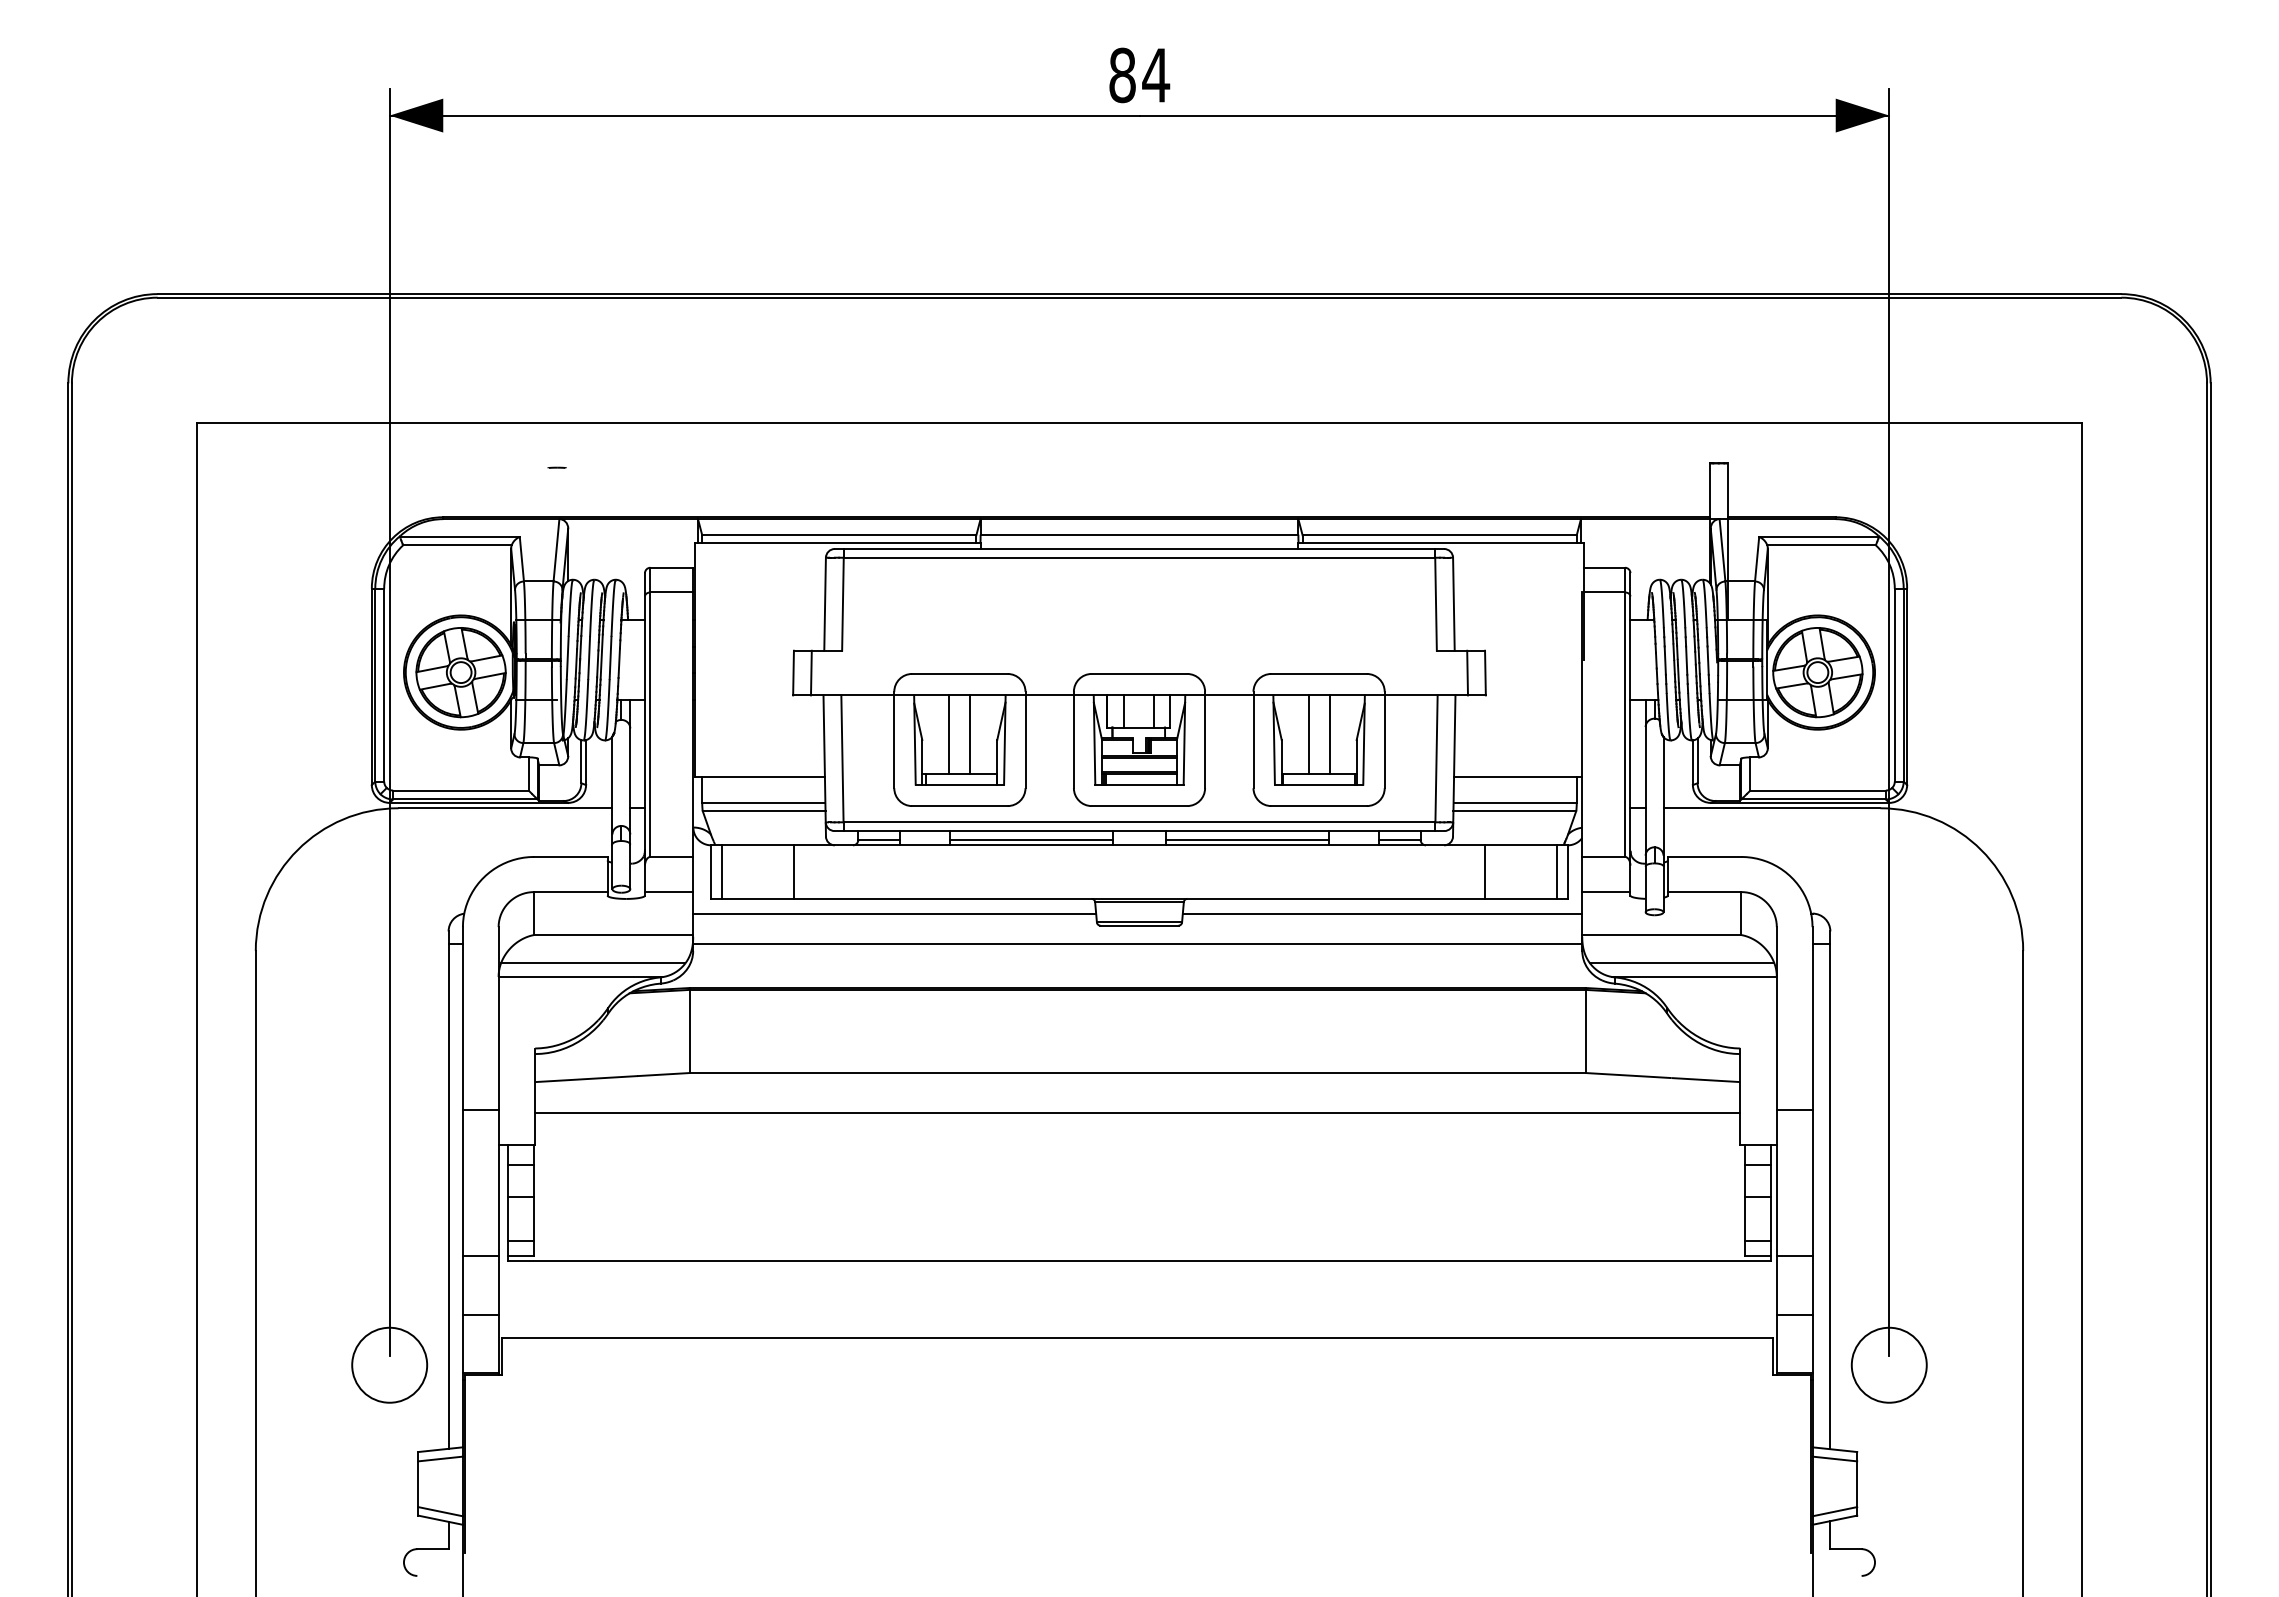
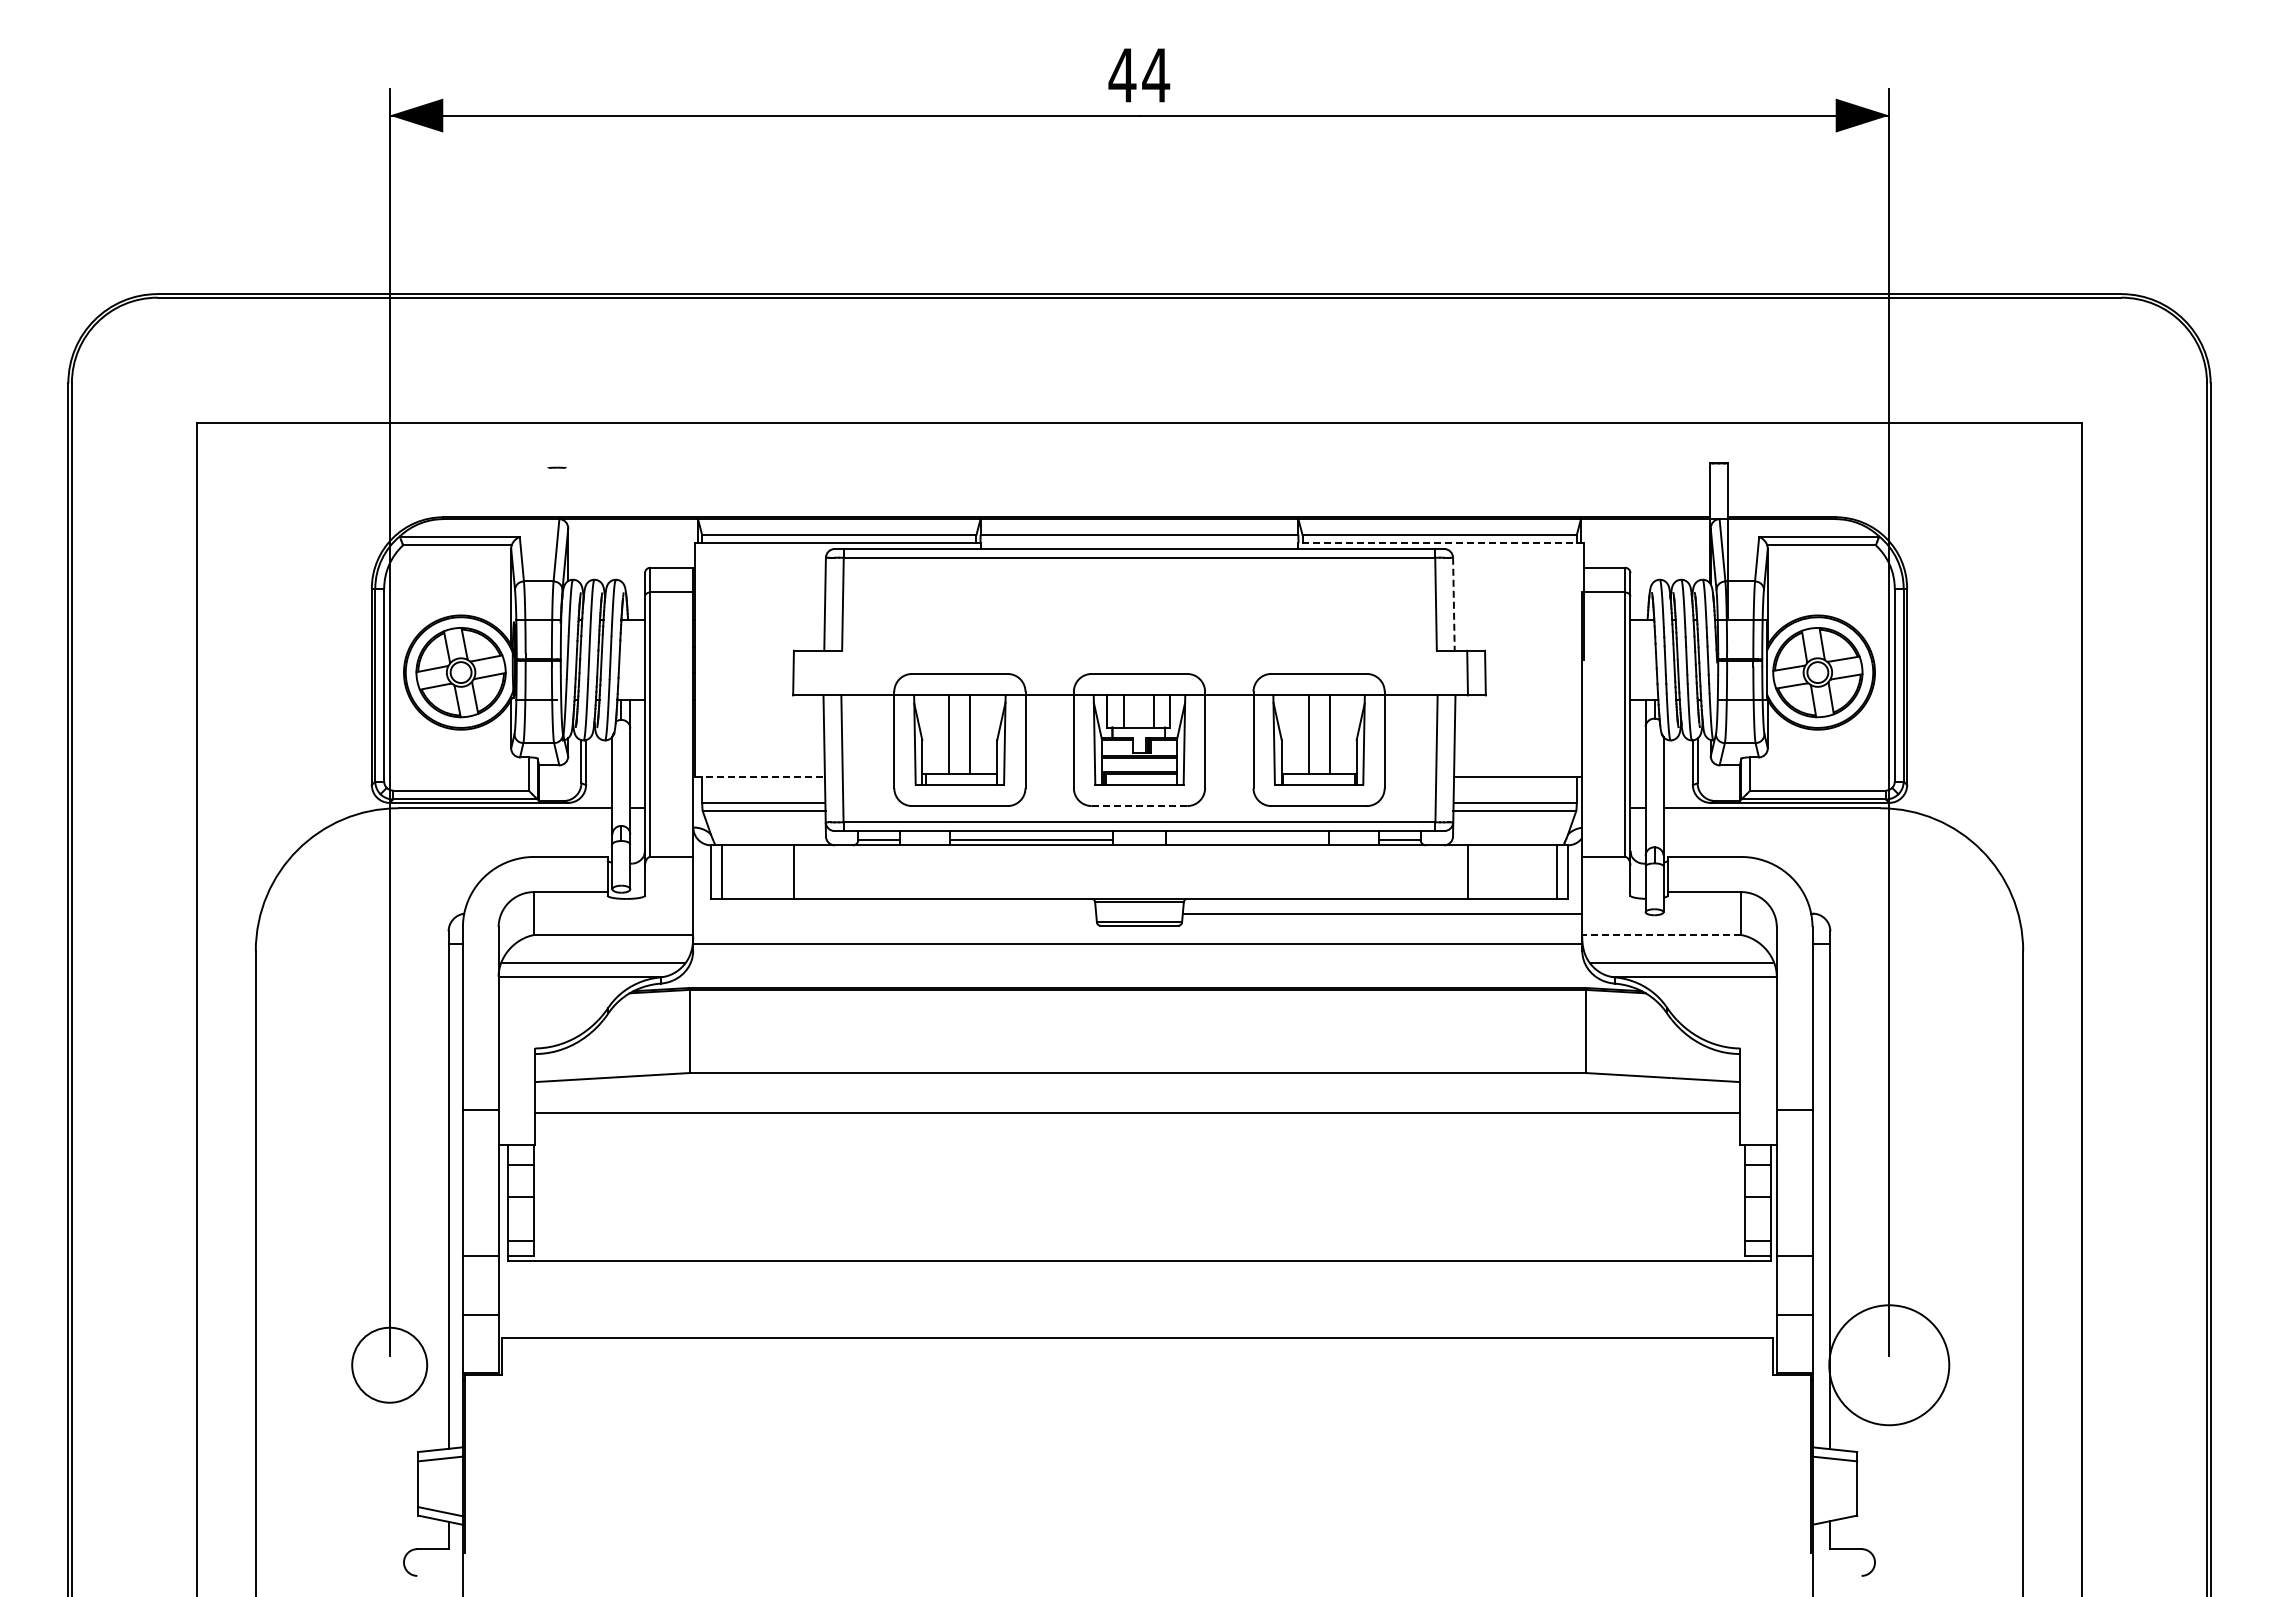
text at (1122, 75): 84 -> 44
line at (1441, 543): solid -> dashed
line at (1453, 604): solid -> dashed
line at (811, 672): present -> none
line at (759, 777): solid -> dashed
line at (1139, 806): solid -> dashed
line at (1247, 839): present -> none
line at (1485, 871) position: (1485, 871) -> (1468, 871)
line at (669, 892): present -> none
line at (1606, 892): present -> none
line at (894, 913): present -> none
line at (1661, 935): solid -> dashed
circle at (1888, 1364) diameter: 75 px -> 120 px
line at (1834, 1511): present -> none
